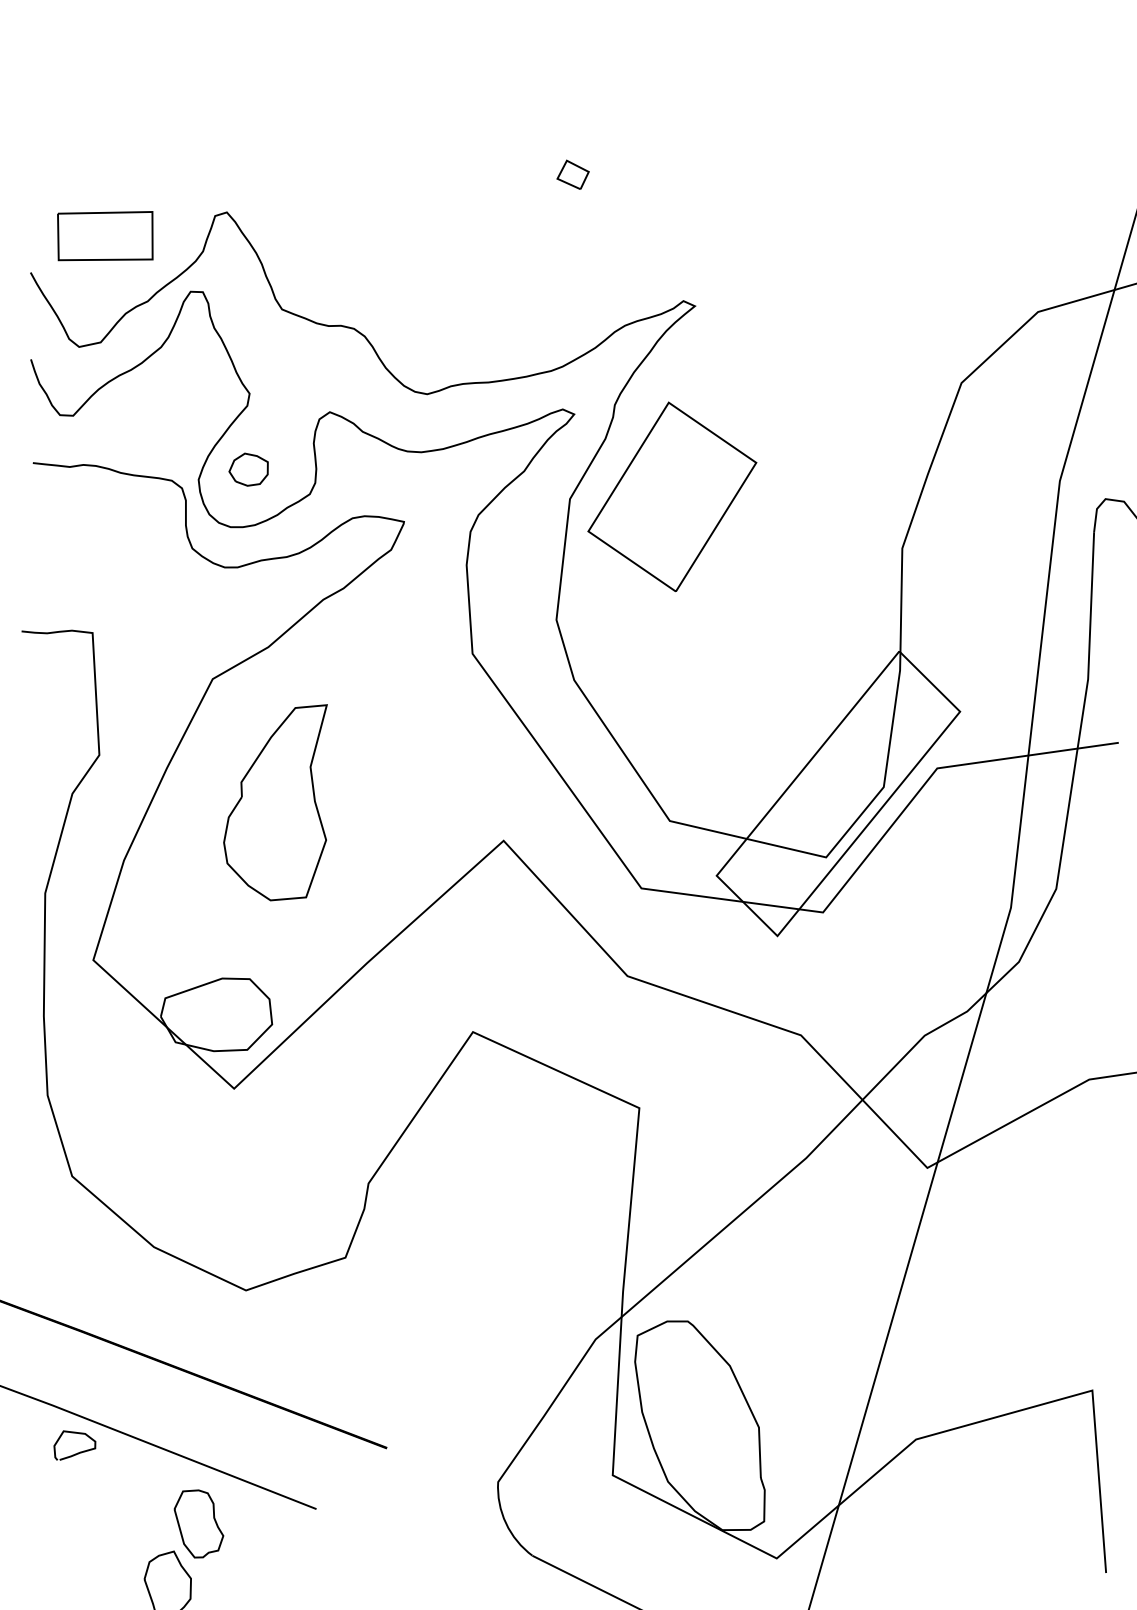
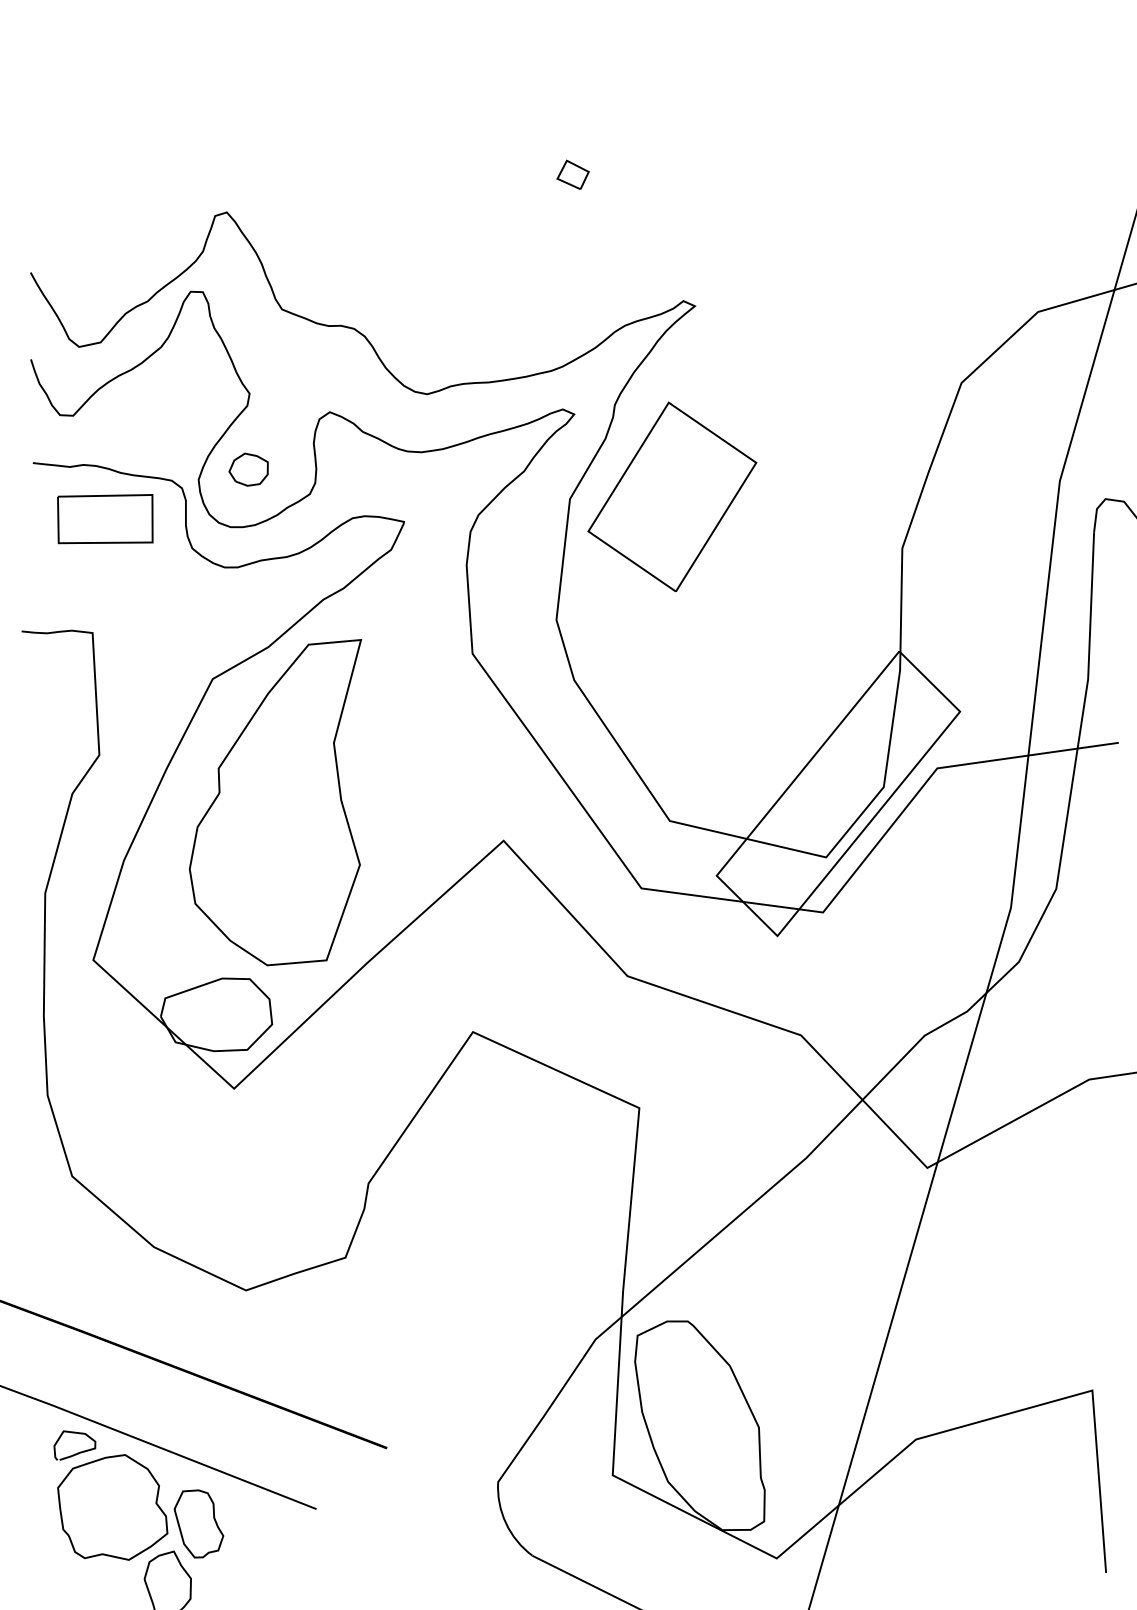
part at (105, 236) position: (105, 236) -> (105, 519)
part at (275, 802) size: 105x198 px -> 175x328 px
part at (112, 1507): none -> present
